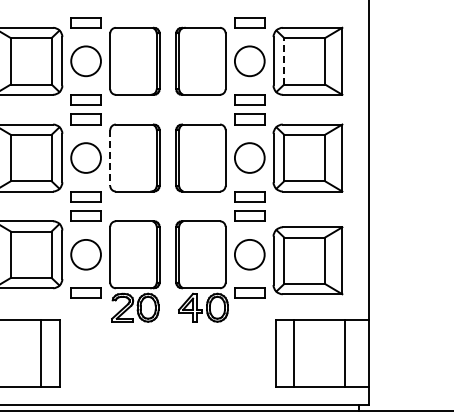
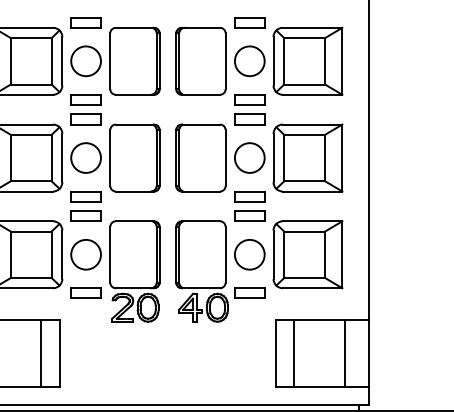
line at (284, 60): dashed -> solid
line at (110, 158): dashed -> solid
part at (307, 260) position: (307, 260) -> (307, 254)
